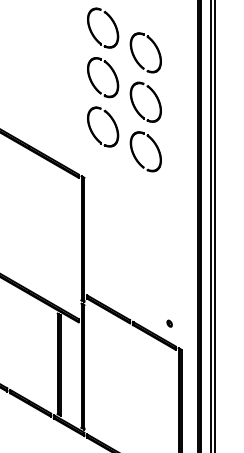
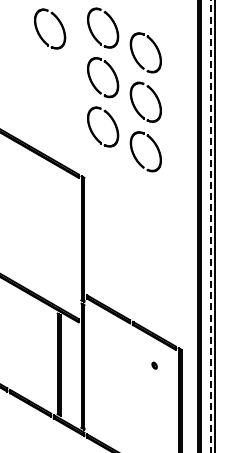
part at (59, 23): none -> present
line at (210, 226): solid -> dashed
part at (169, 323) position: (169, 323) -> (154, 365)
